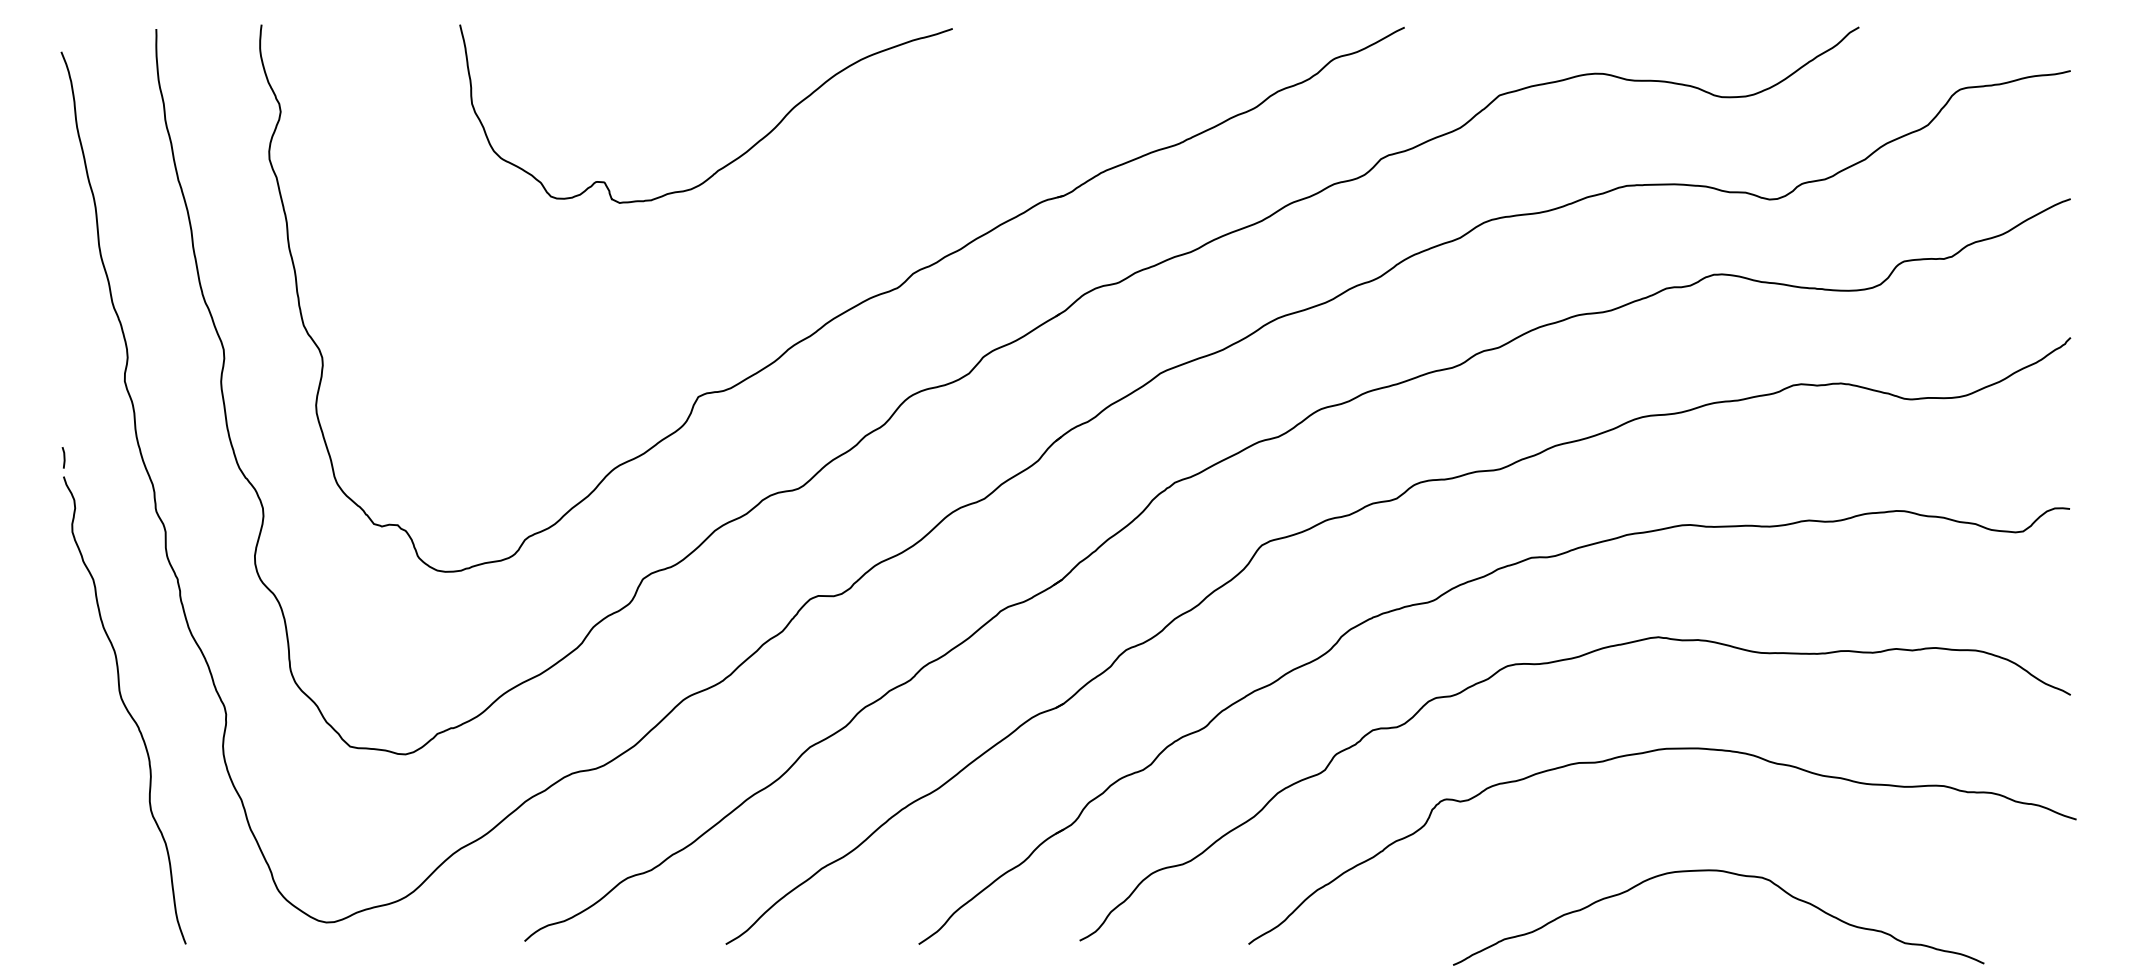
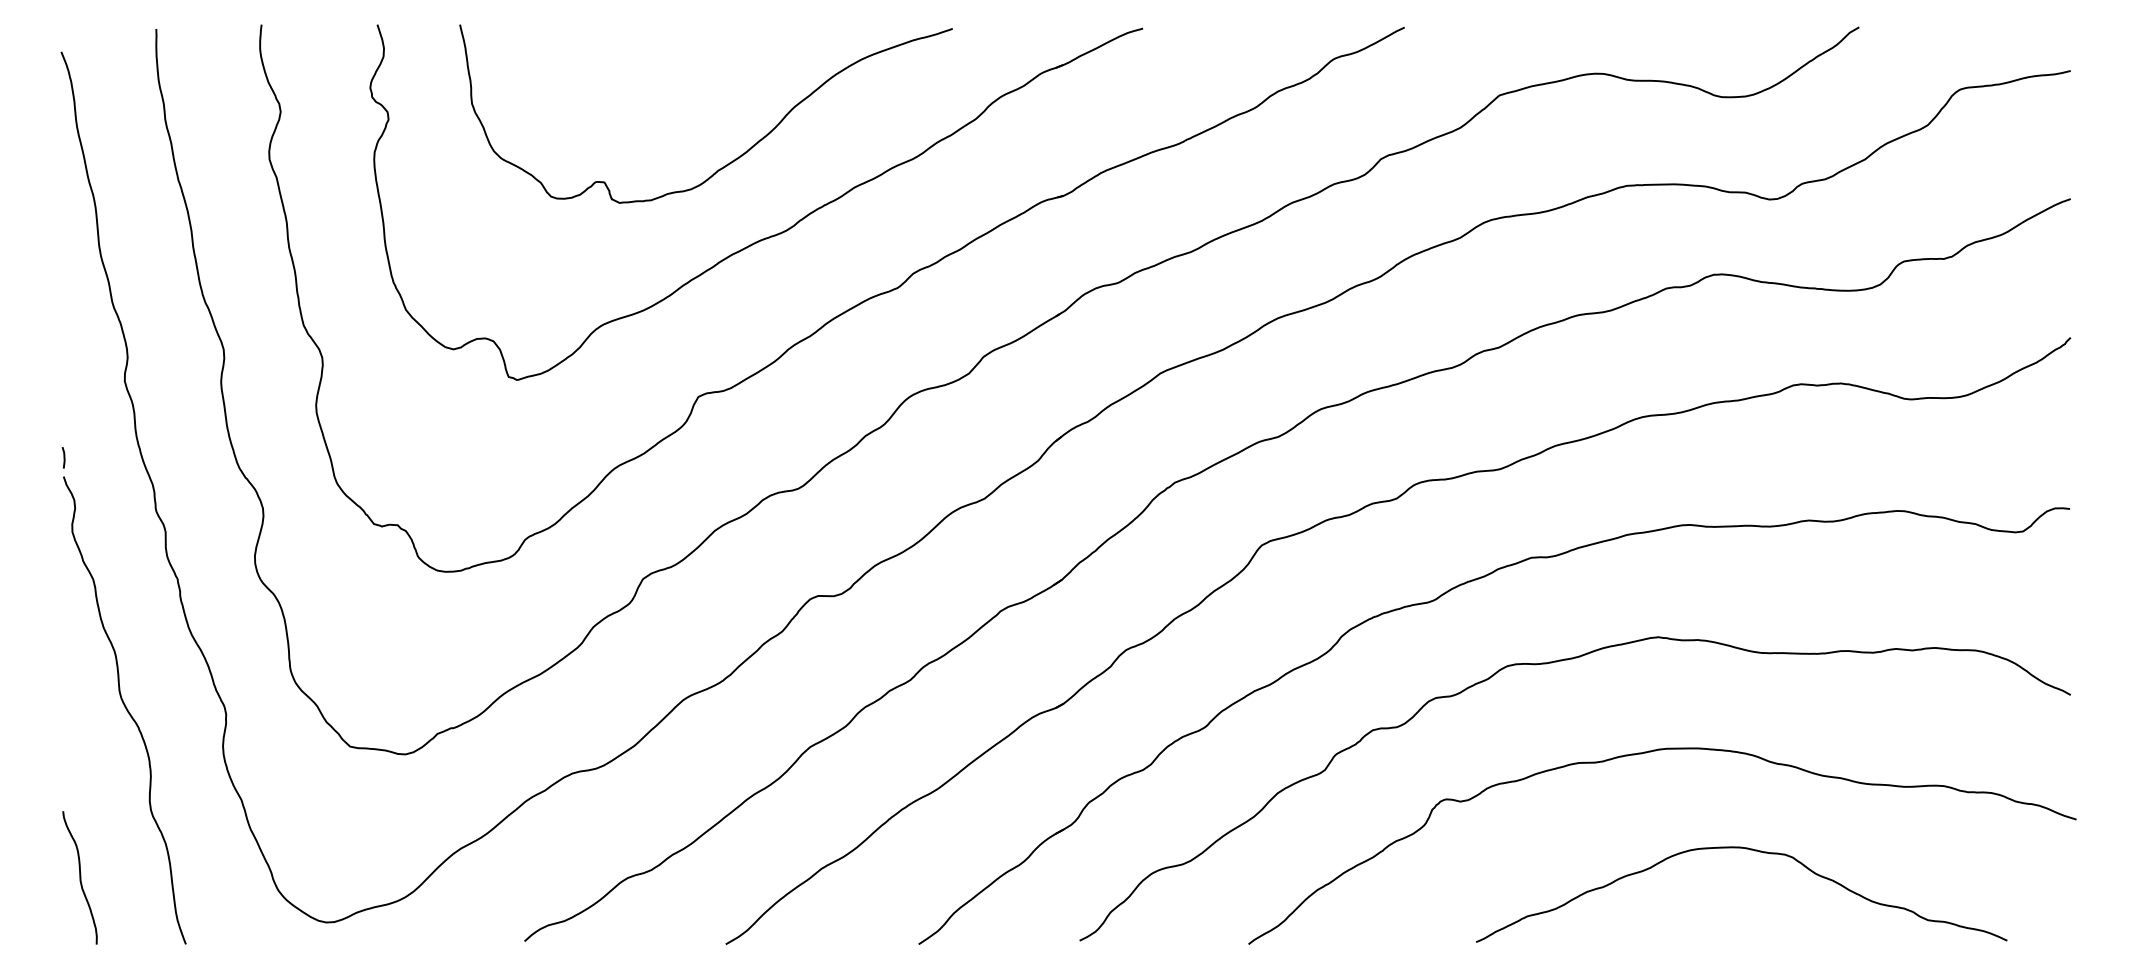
part at (770, 235): none -> present
curve at (1727, 873) position: (1727, 873) -> (1750, 850)
curve at (79, 877): none -> present
